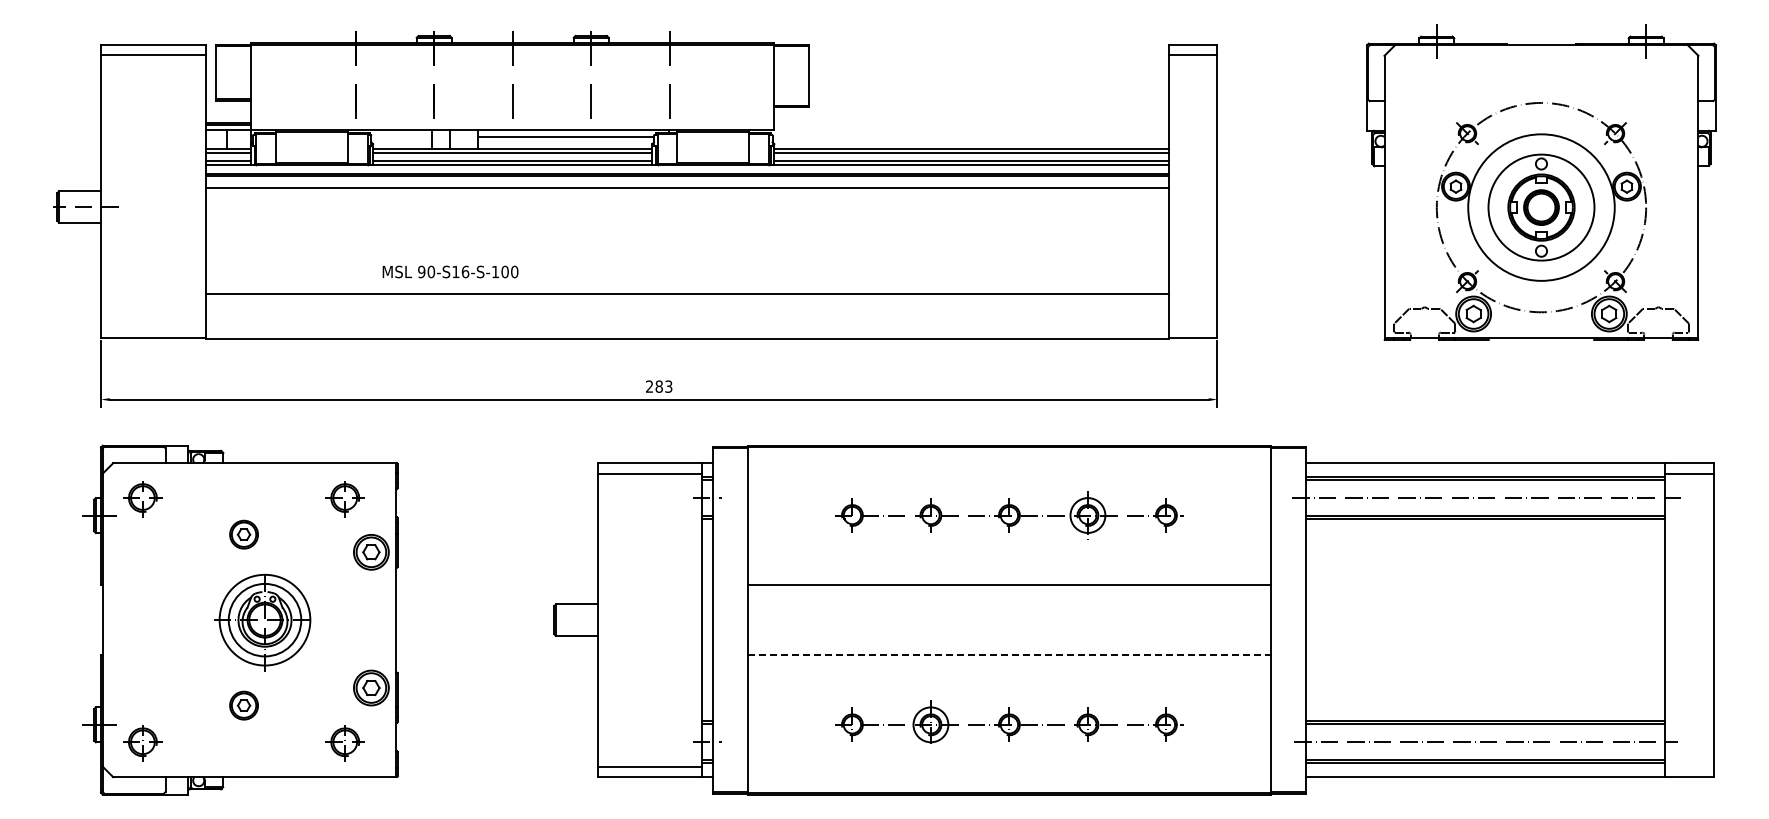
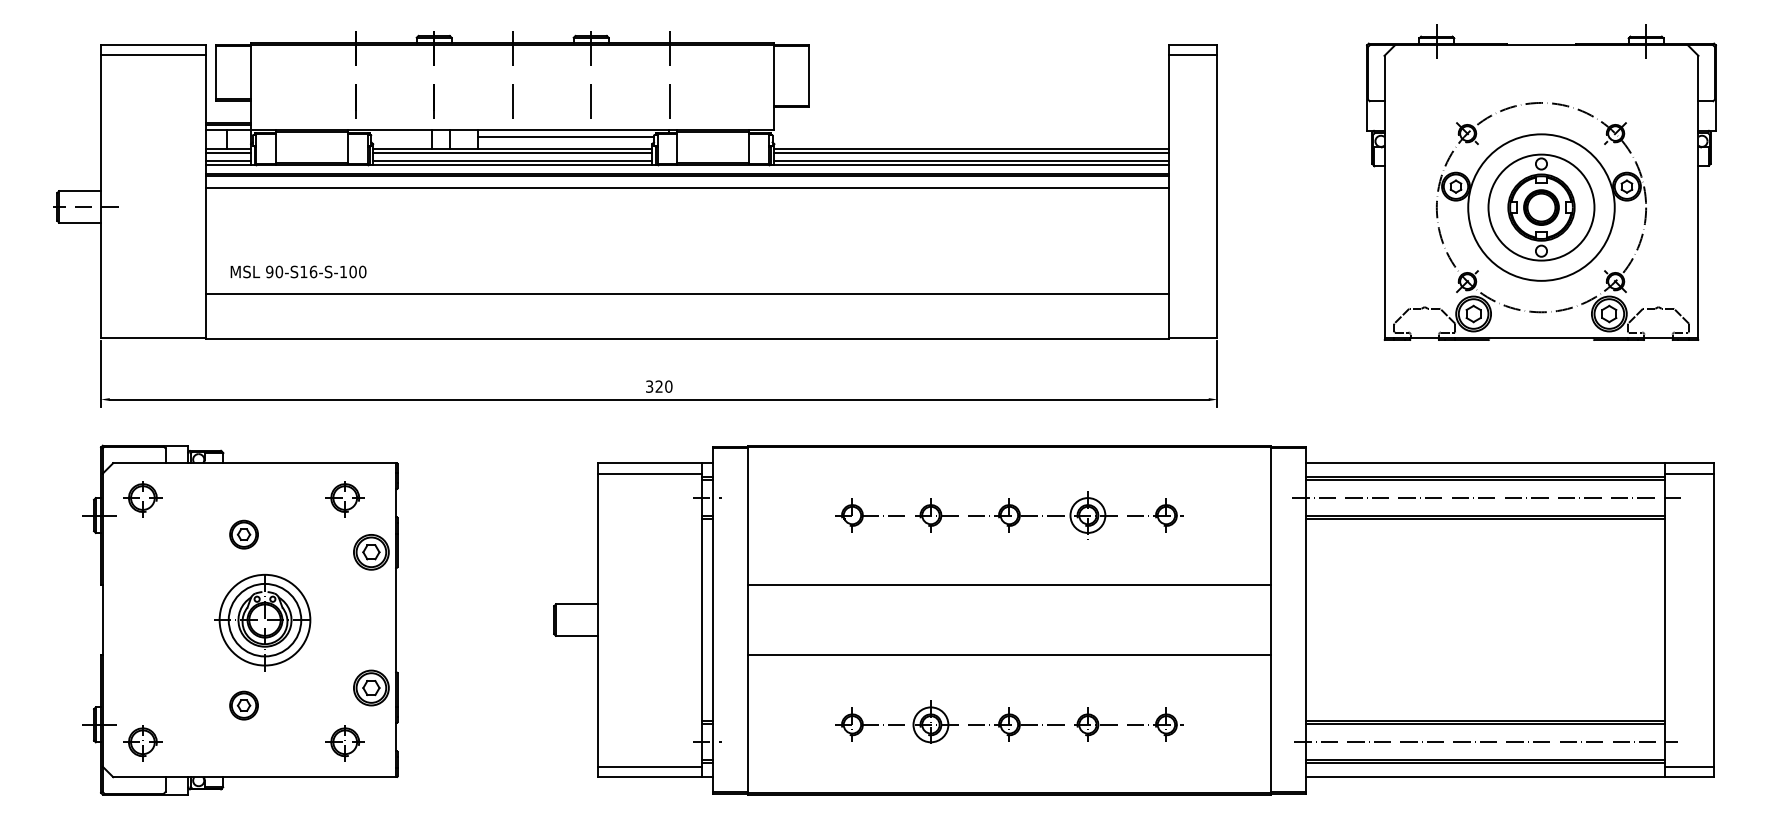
text at (450, 271) position: (450, 271) -> (298, 271)
text at (659, 386): 283 -> 320
line at (1009, 655): dashed -> solid
line at (1689, 766): none -> present
